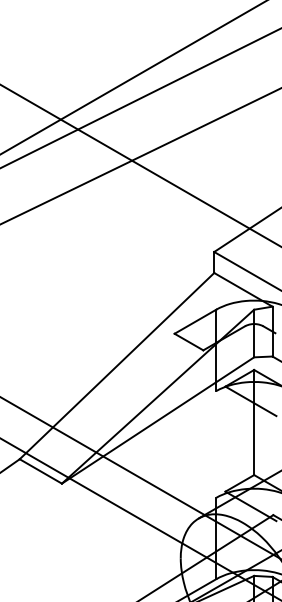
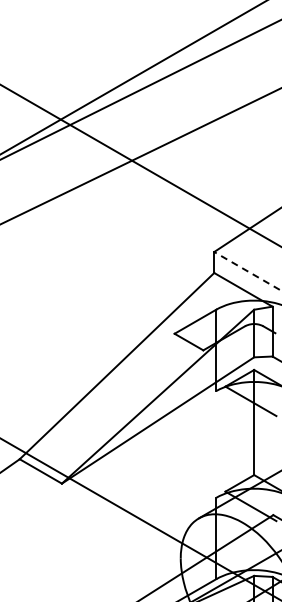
line at (140, 98) position: (140, 98) -> (140, 89)
line at (247, 271): solid -> dashed
line at (140, 477): present -> none
